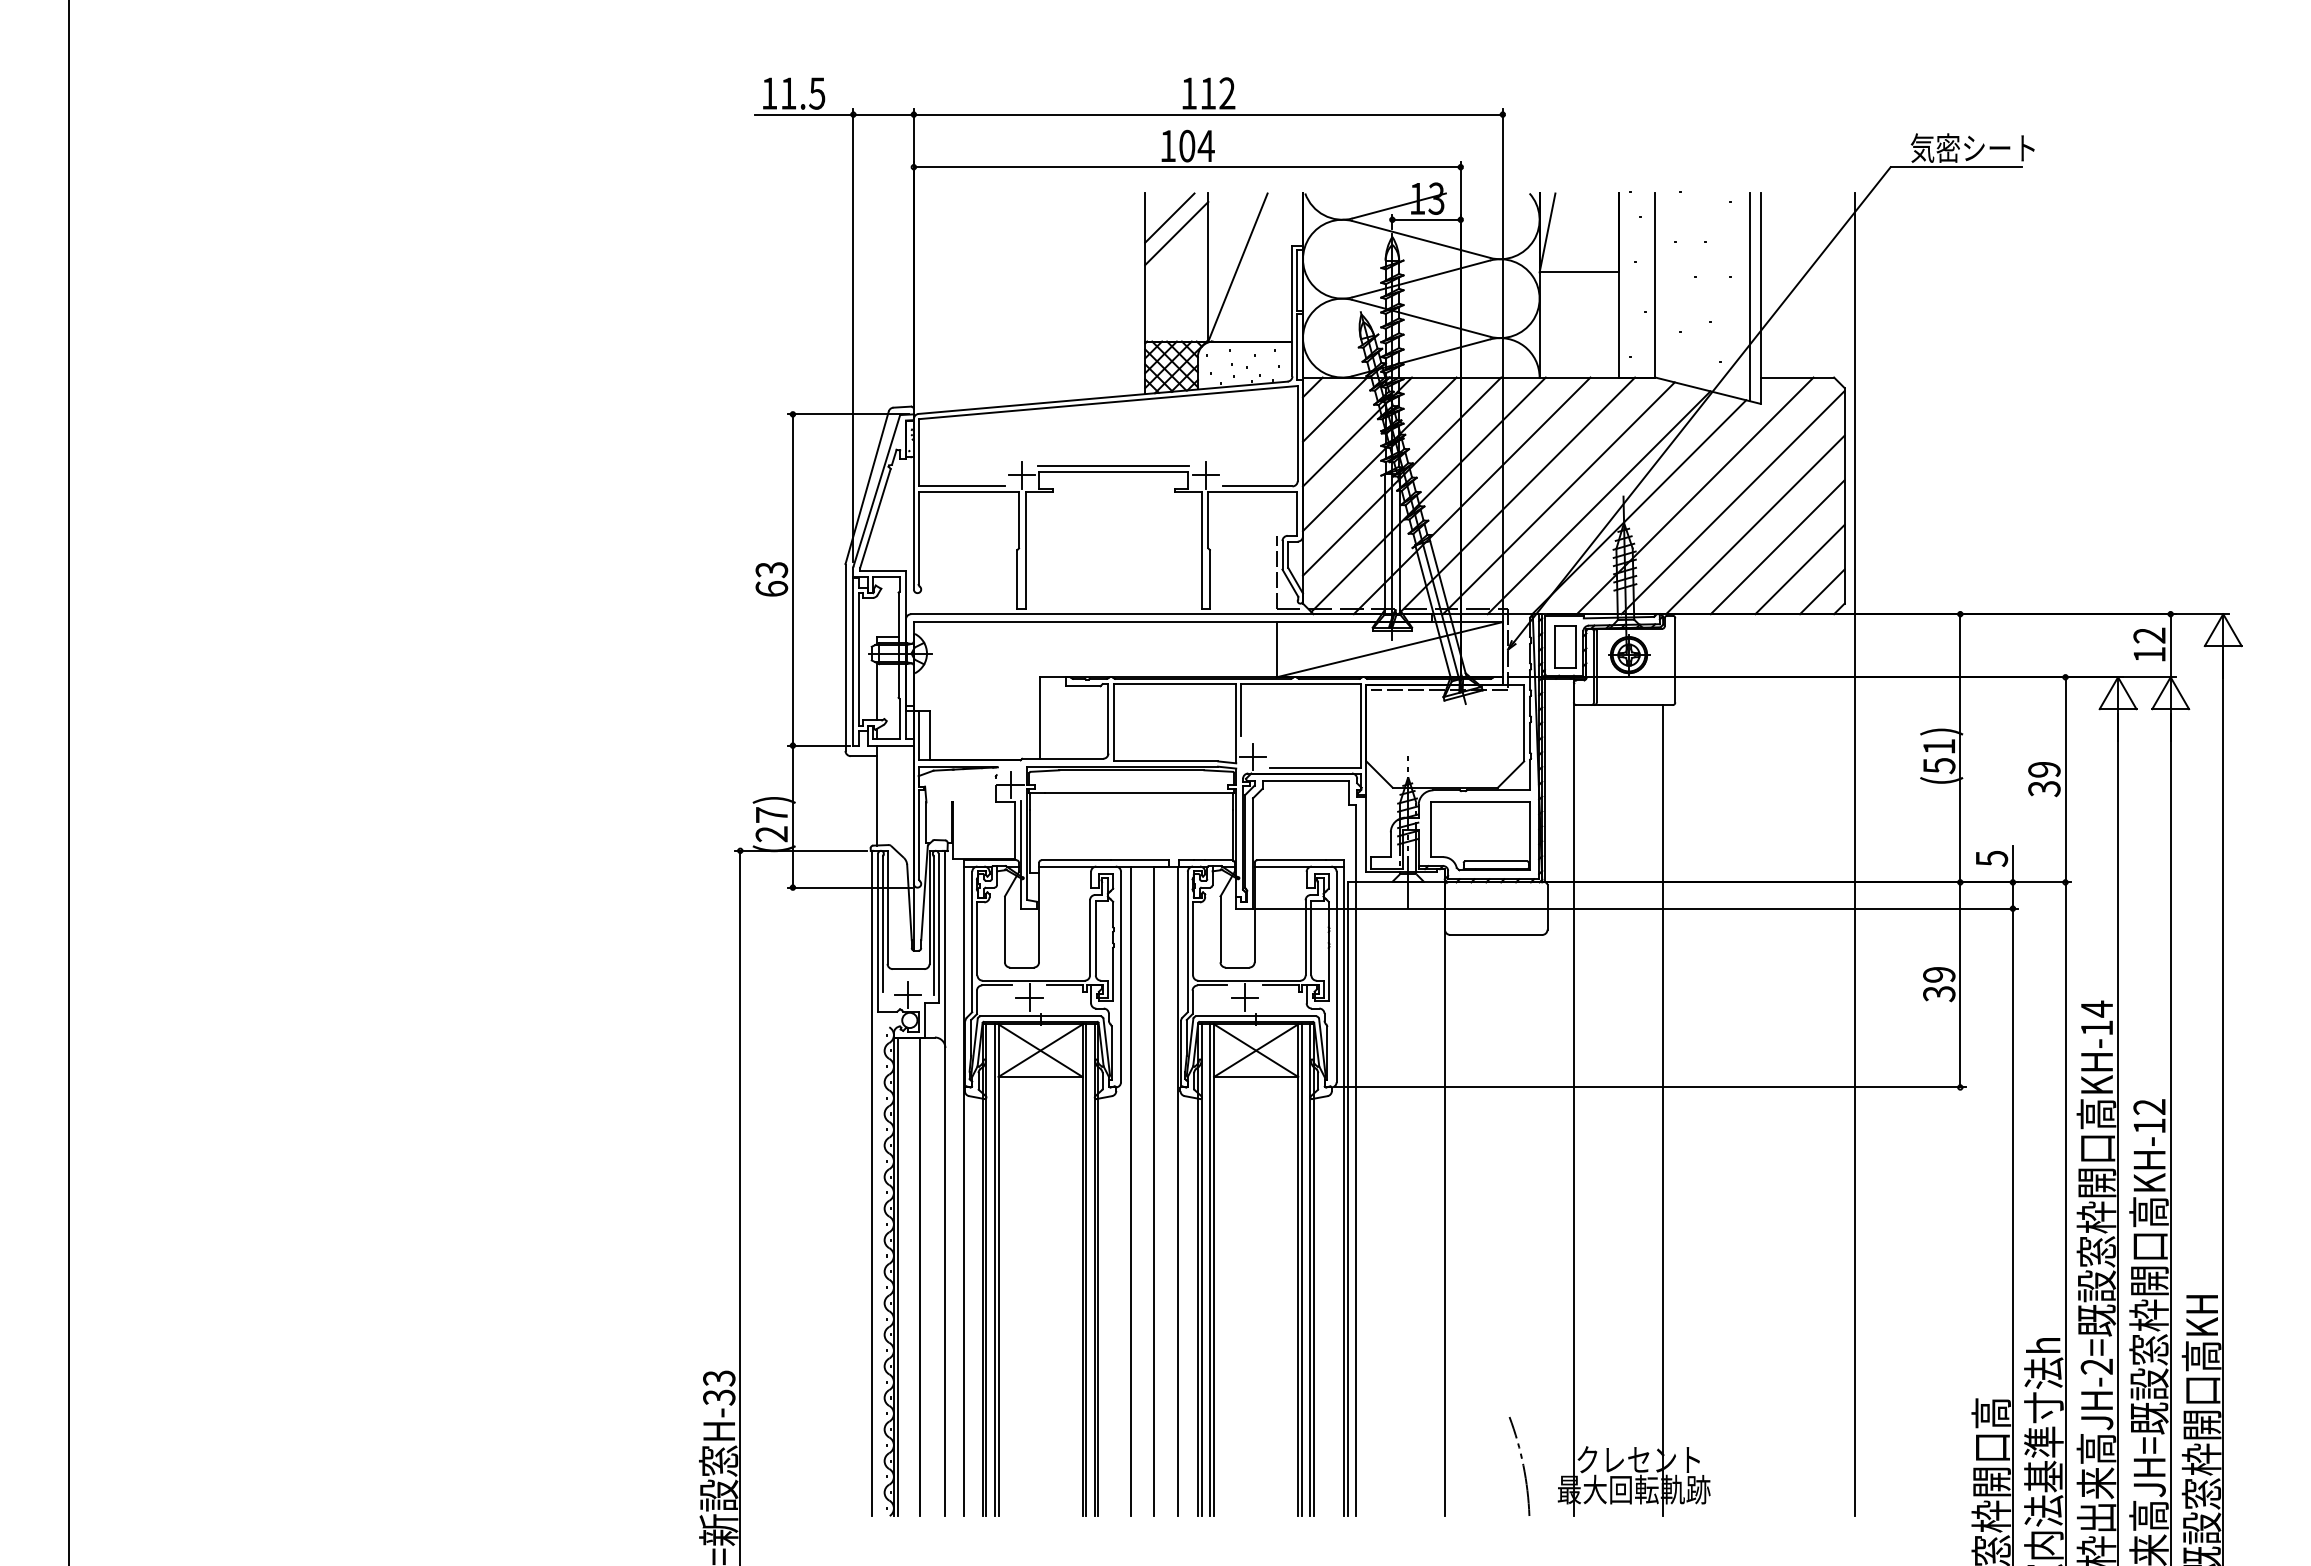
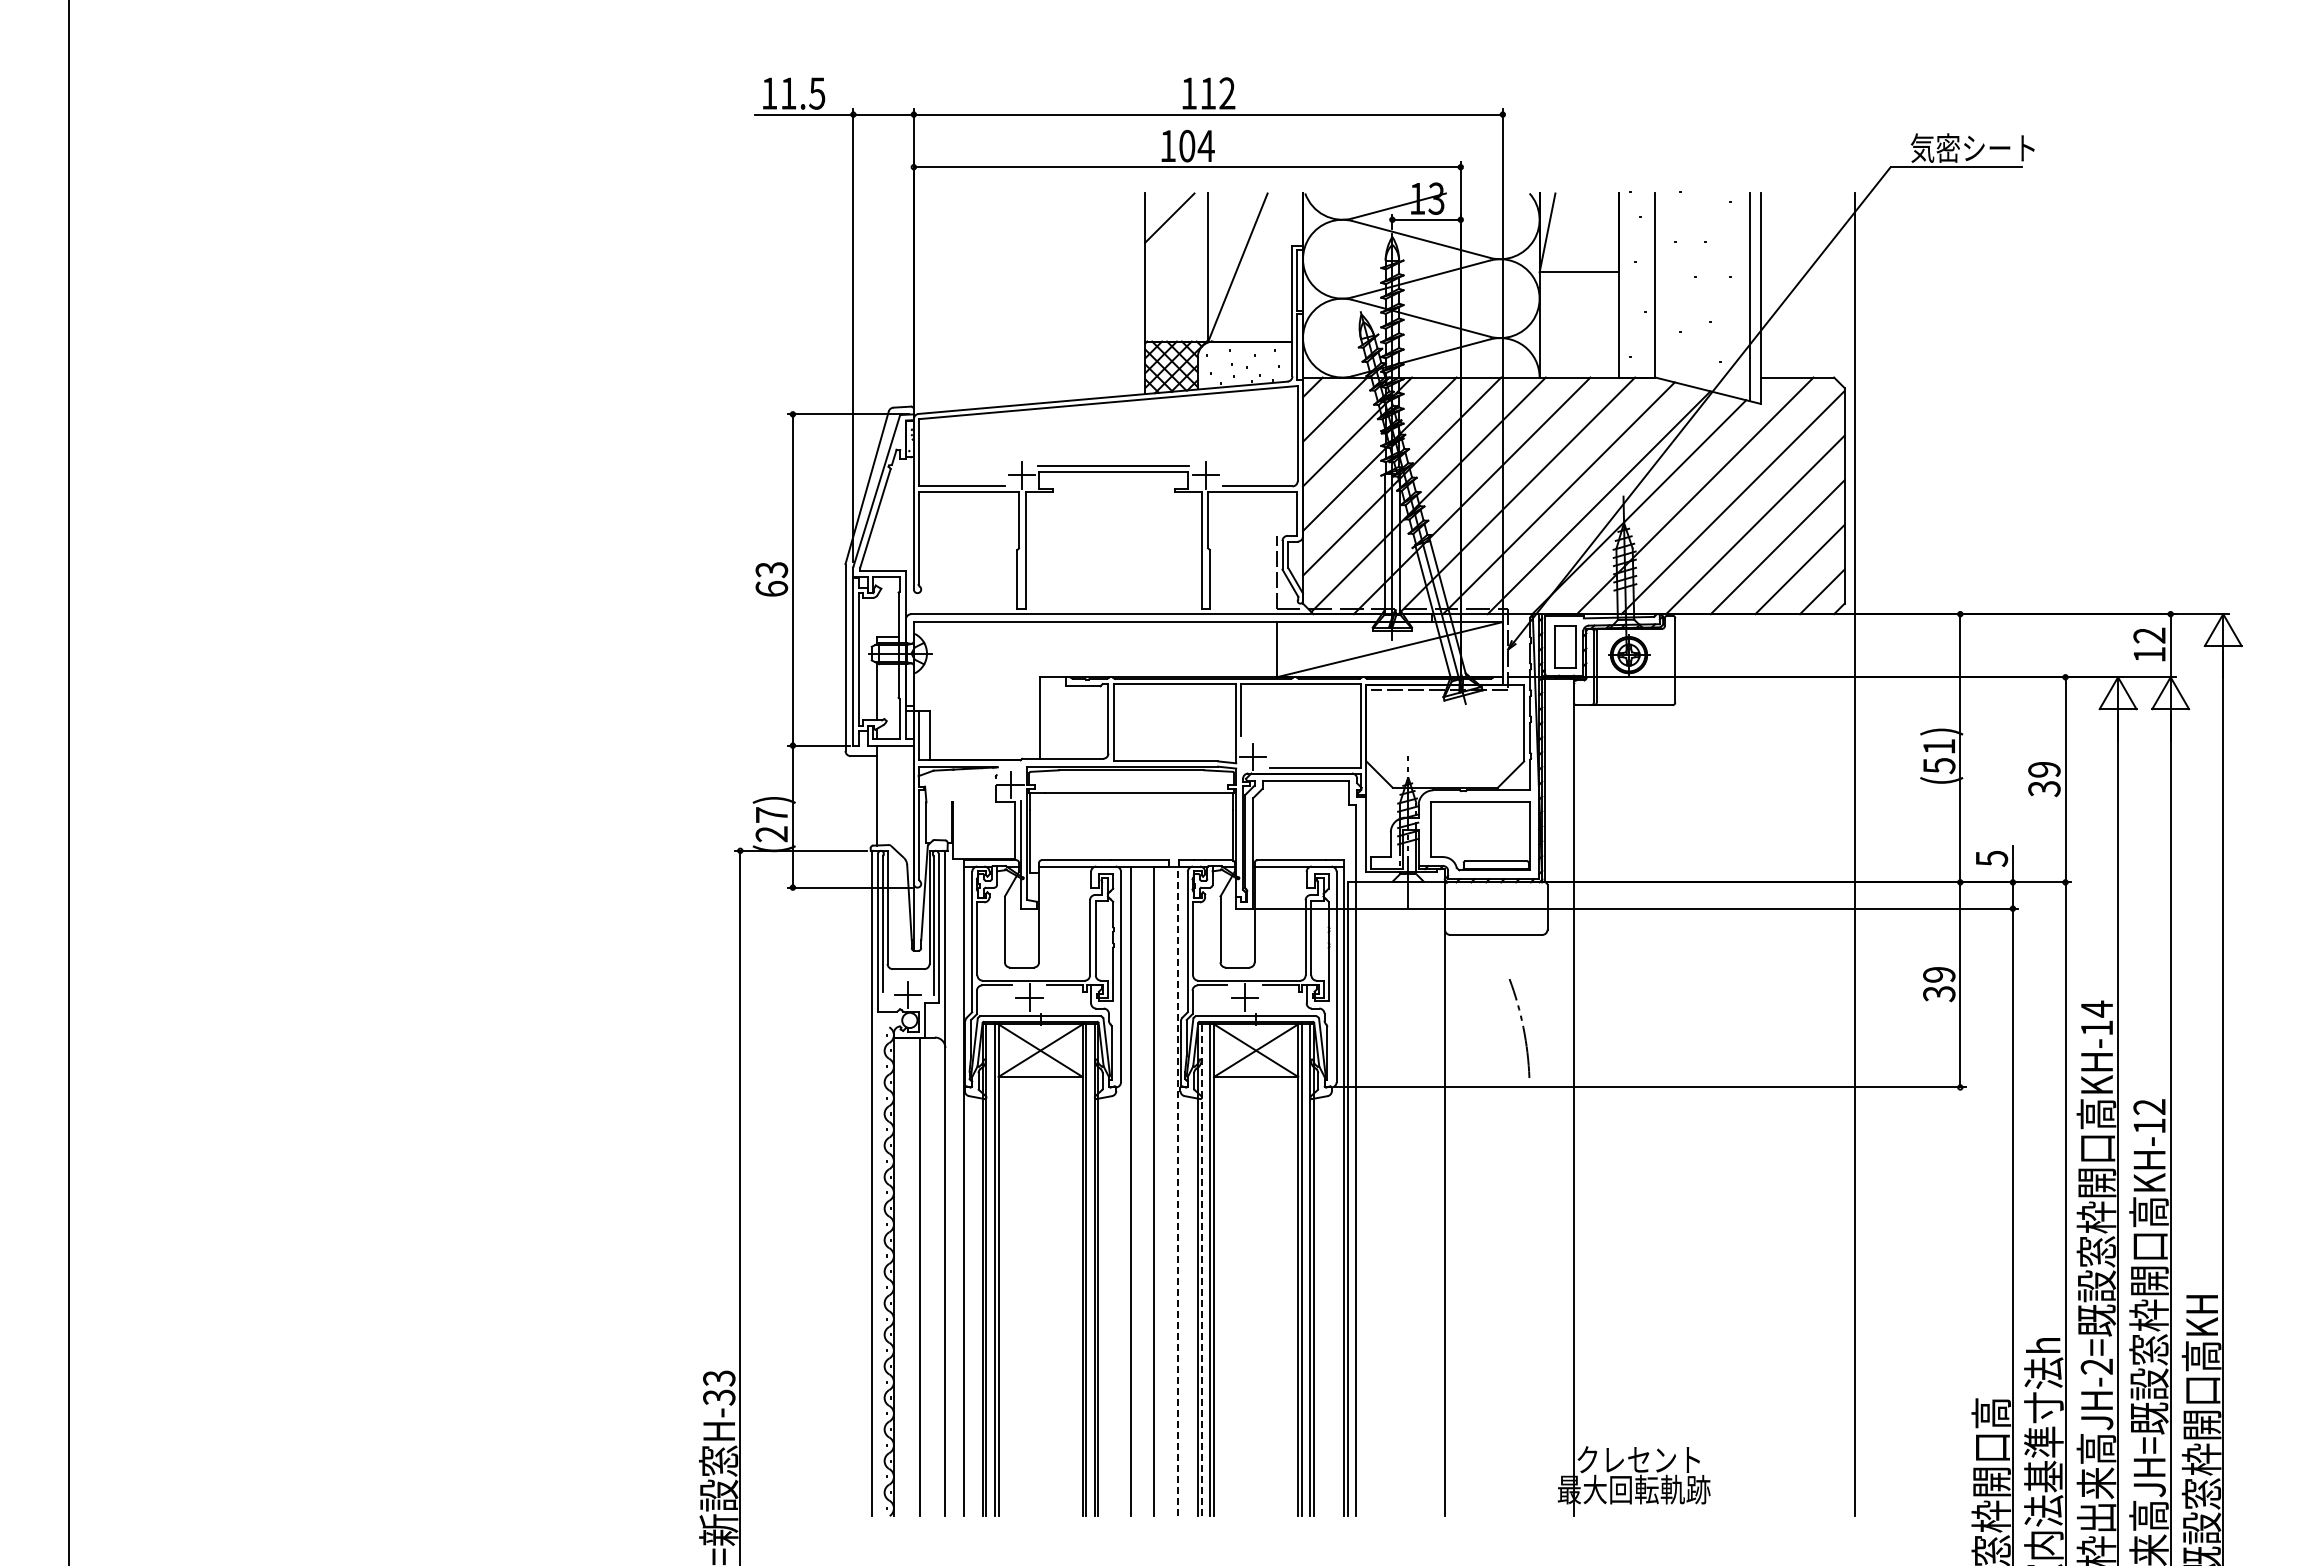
line at (1176, 233): present -> none
line at (1663, 1110): present -> none
line at (1177, 1191): solid -> dashed
line at (1202, 1270): solid -> dashed
line at (898, 1276): present -> none
arc at (1522, 1466) position: (1522, 1466) -> (1522, 1028)
